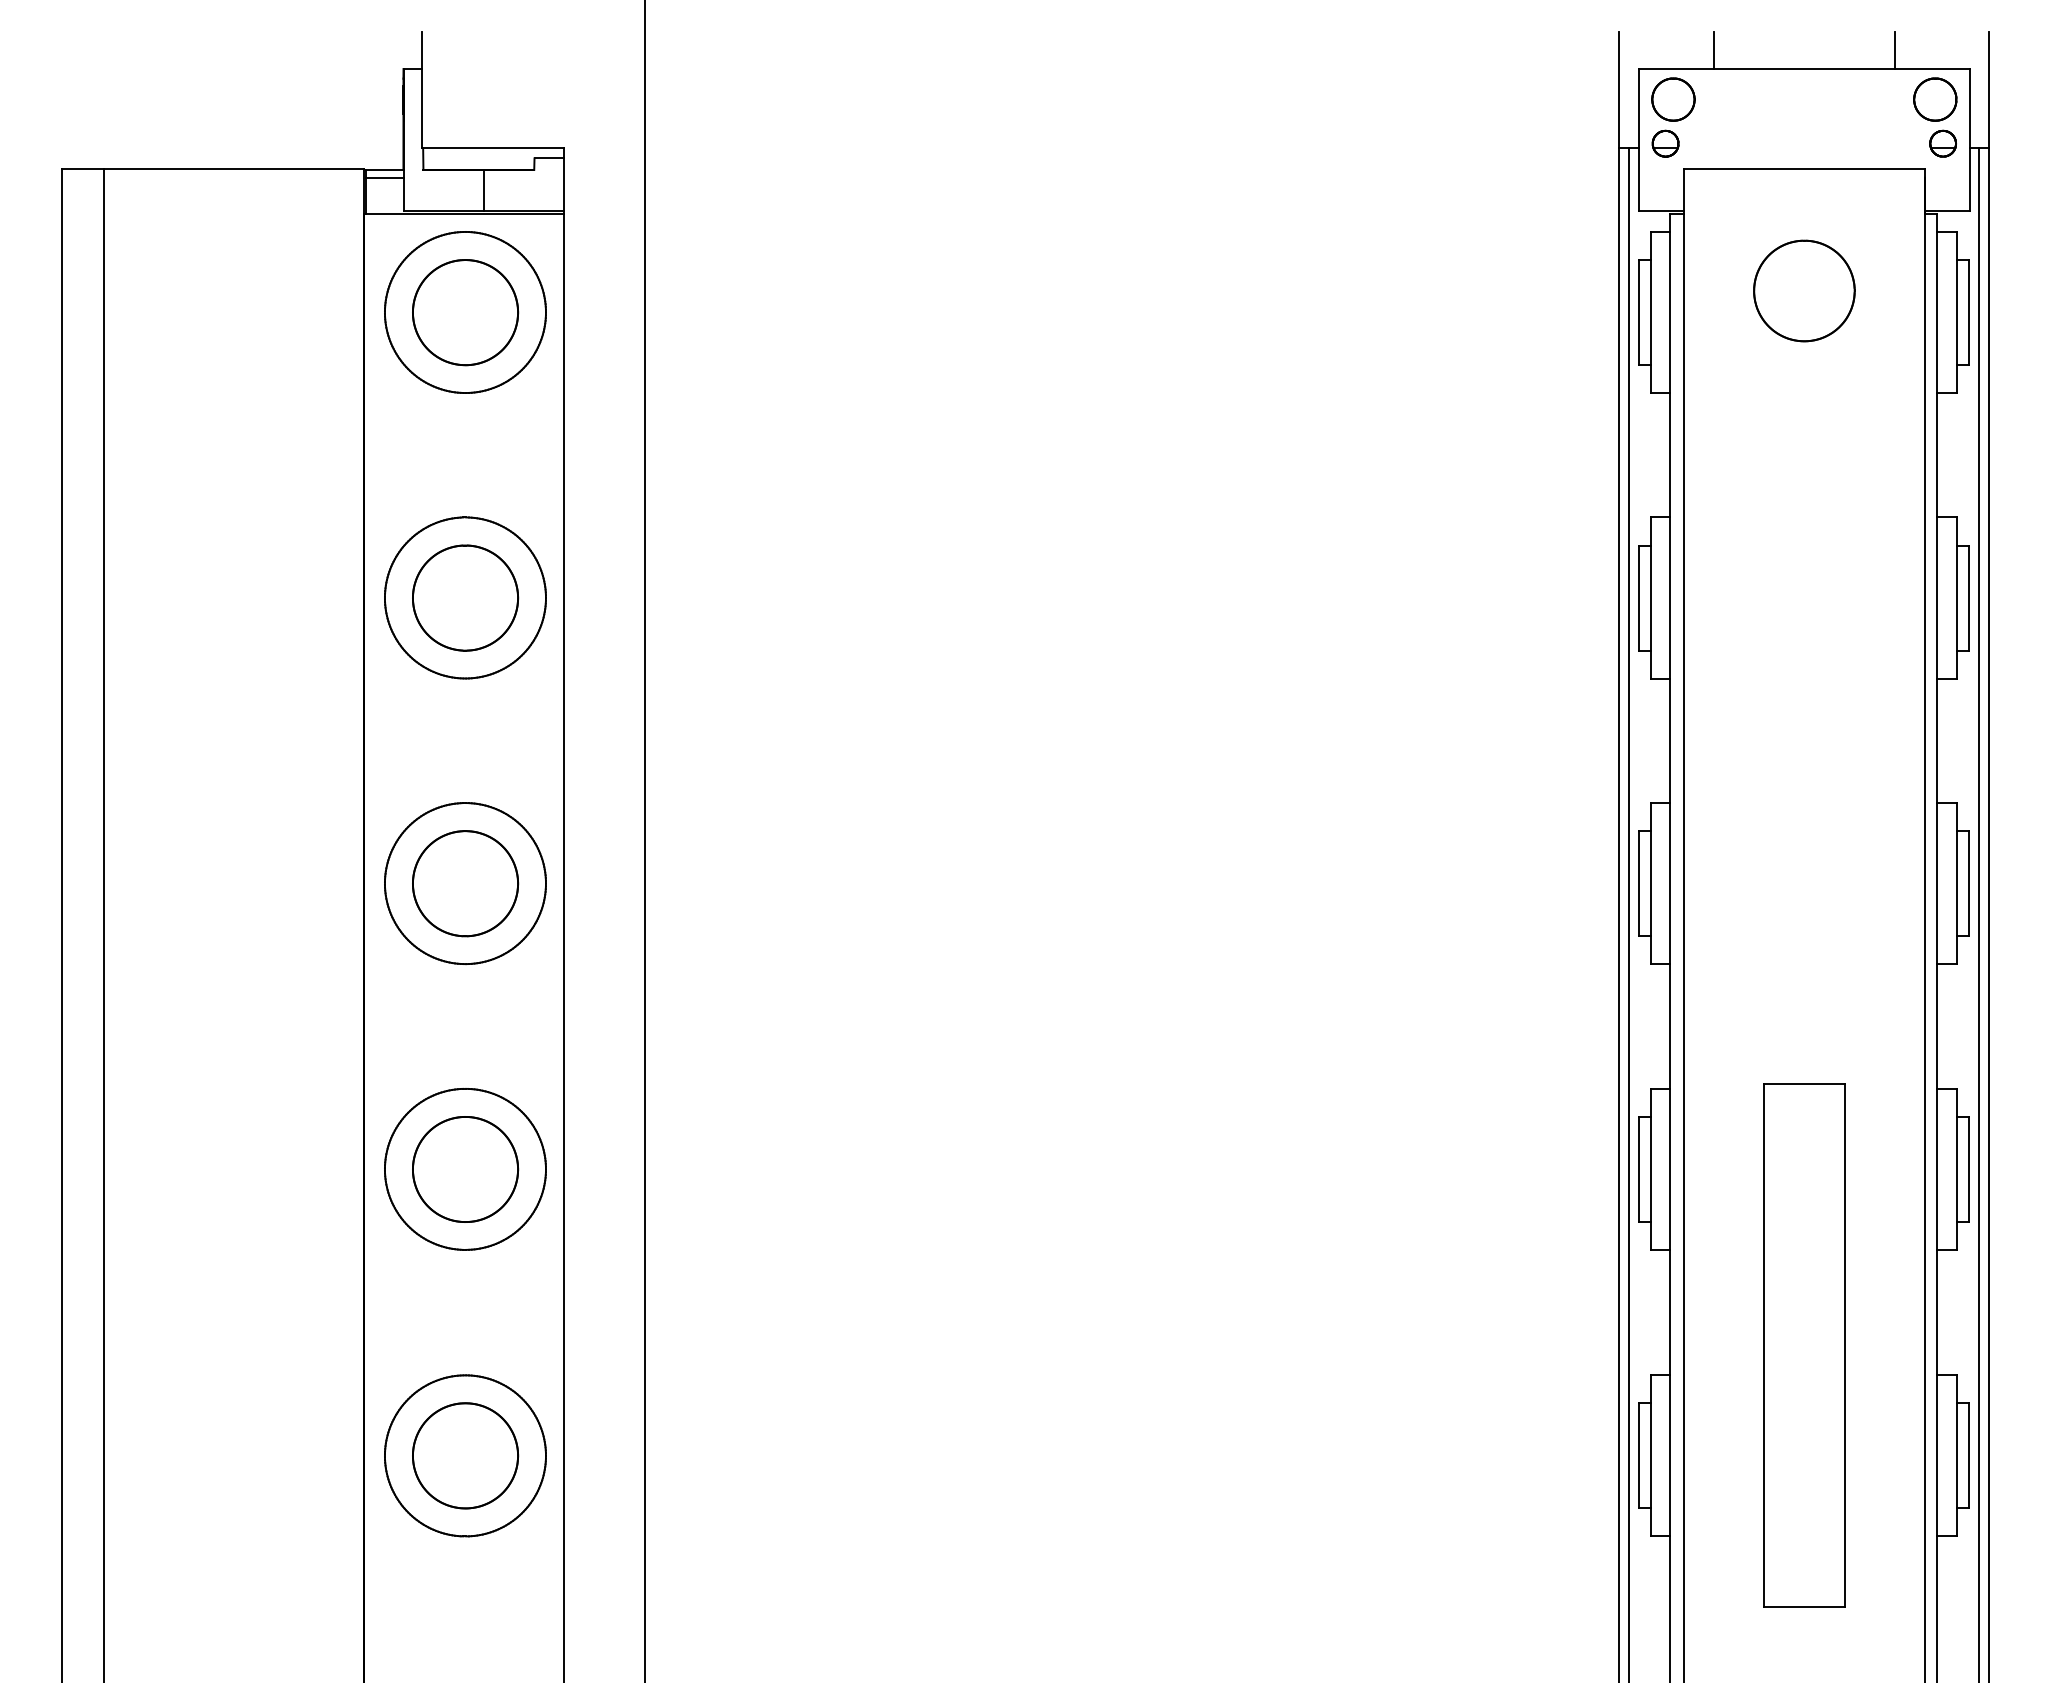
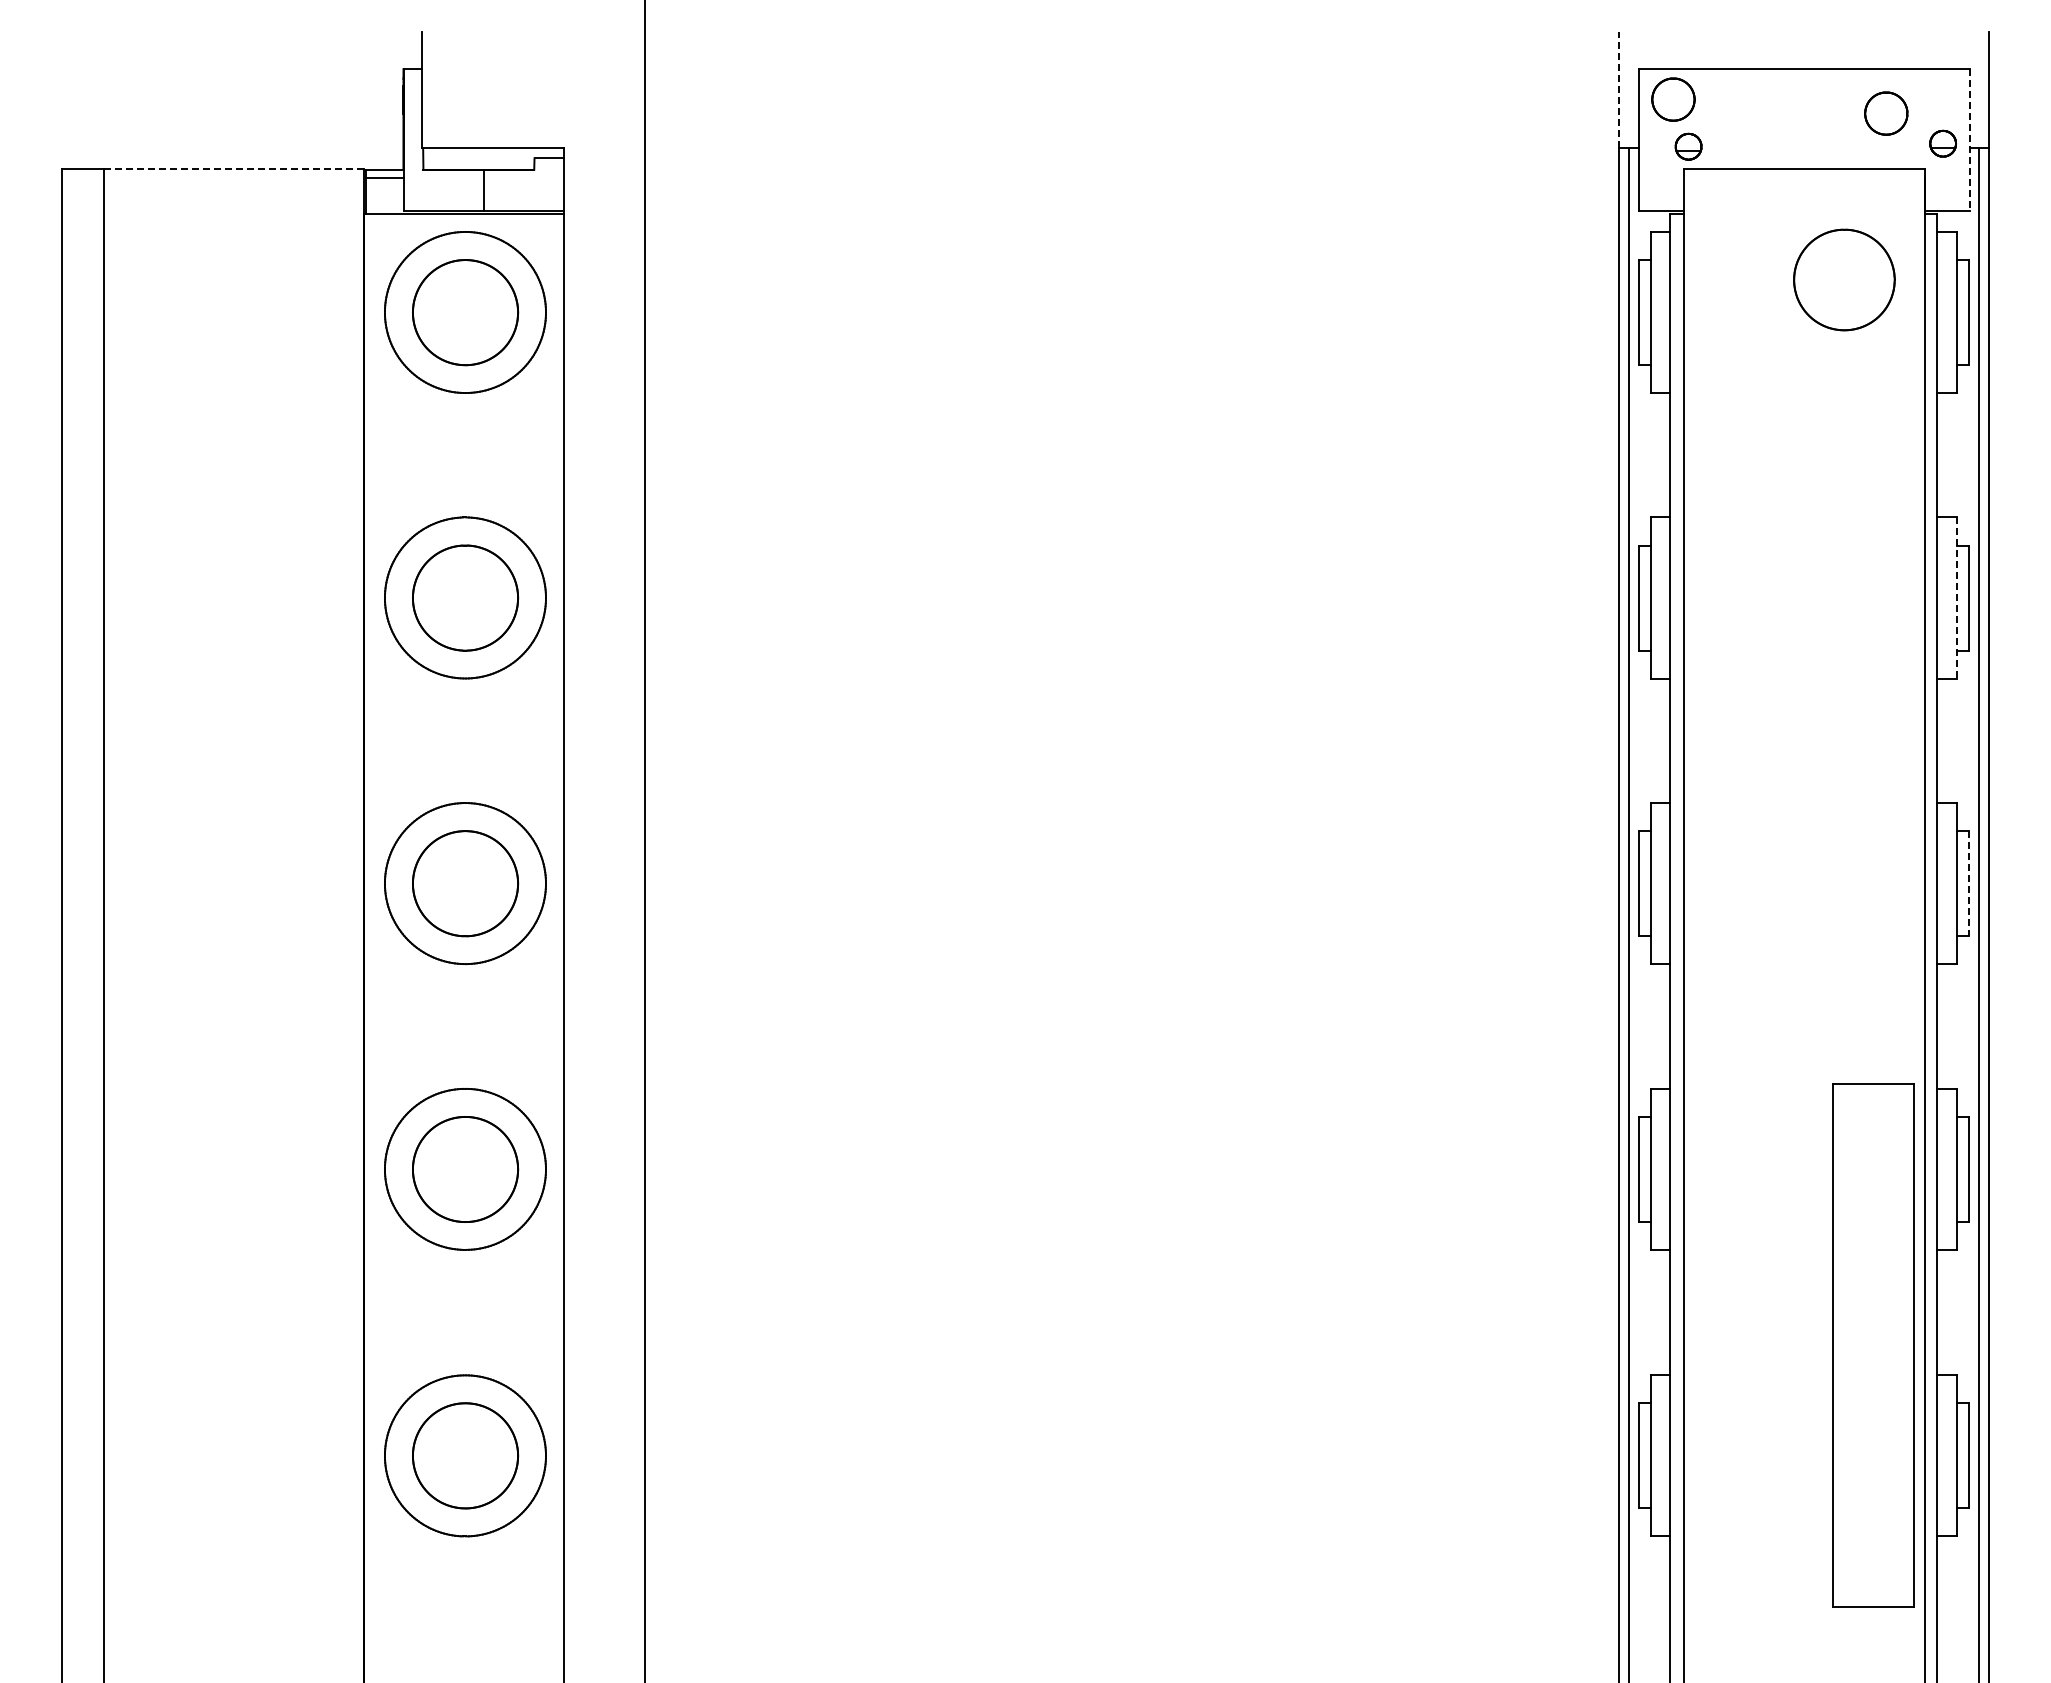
line at (1713, 50): present -> none
line at (1894, 50): present -> none
line at (1619, 89): solid -> dashed
part at (1935, 99) position: (1935, 99) -> (1886, 113)
line at (1970, 139): solid -> dashed
part at (1665, 143) position: (1665, 143) -> (1688, 146)
line at (233, 169): solid -> dashed
part at (1804, 290) position: (1804, 290) -> (1844, 279)
line at (1957, 597): solid -> dashed
line at (1969, 883): solid -> dashed
part at (1804, 1345) position: (1804, 1345) -> (1873, 1345)
